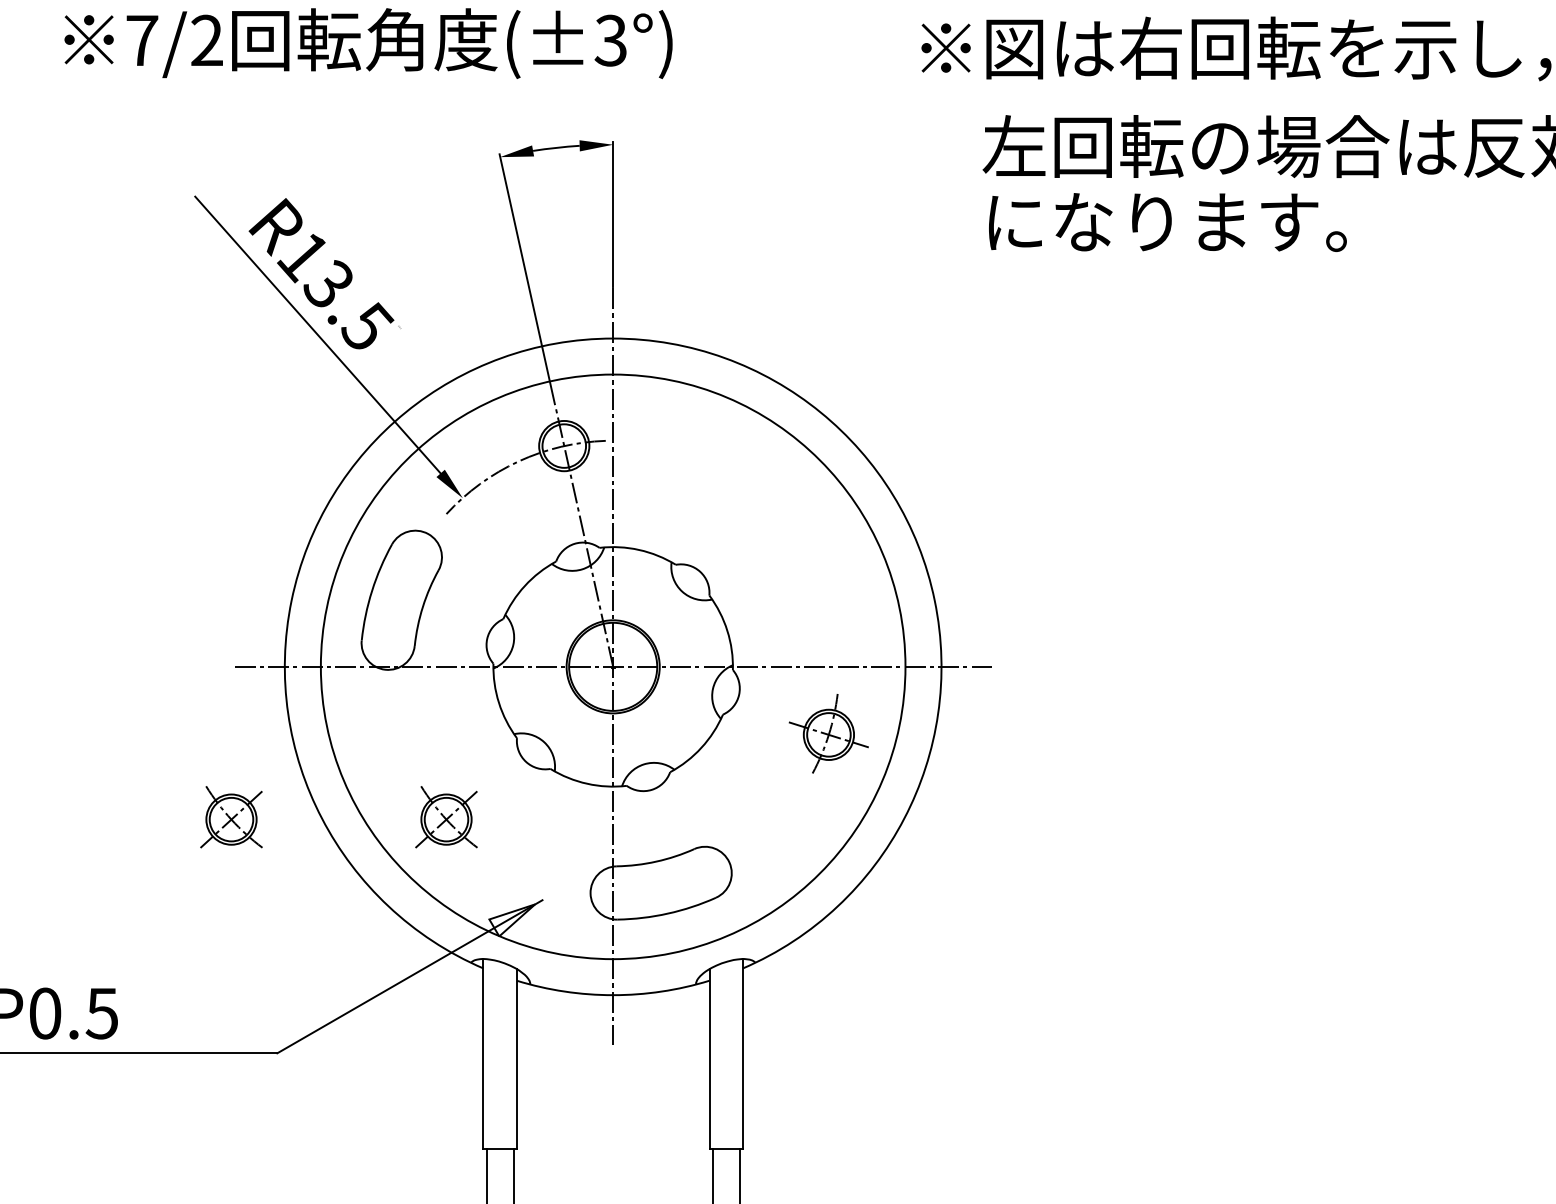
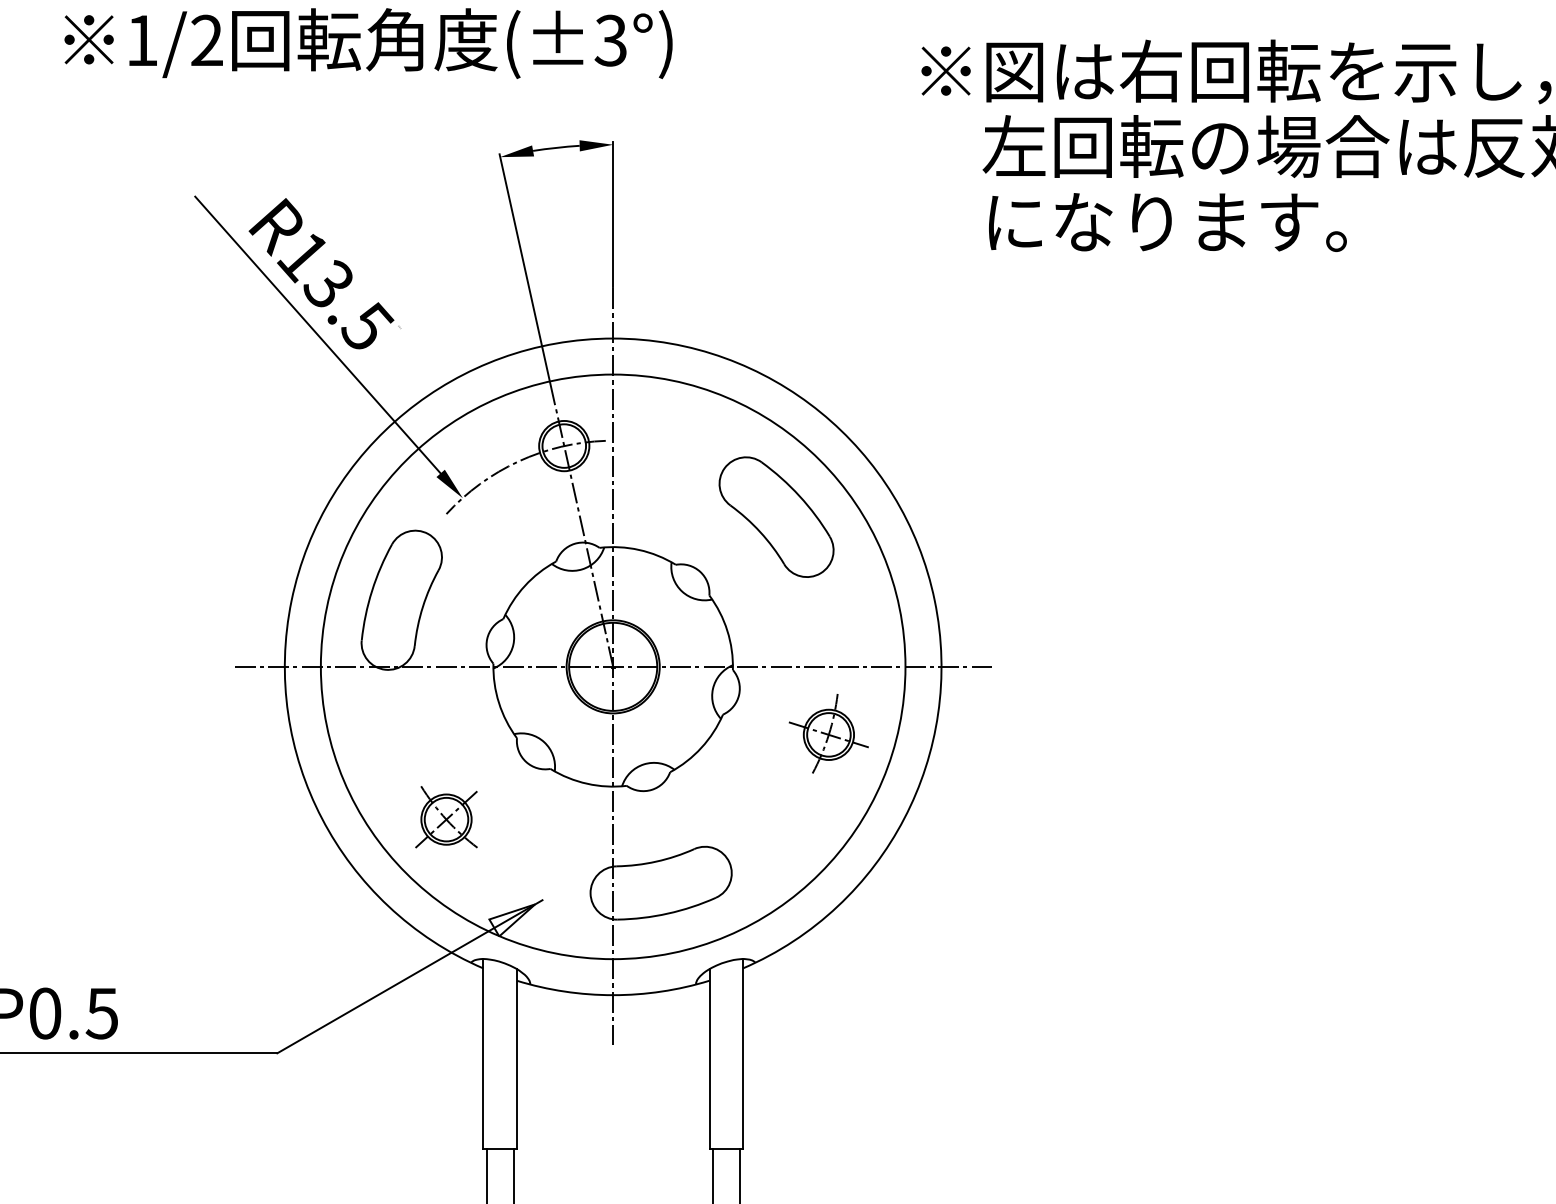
text at (142, 40): 7/2 -> 1/2
text at (1236, 48) position: (1236, 48) -> (1236, 71)
part at (776, 516): none -> present
part at (231, 817): present -> none
